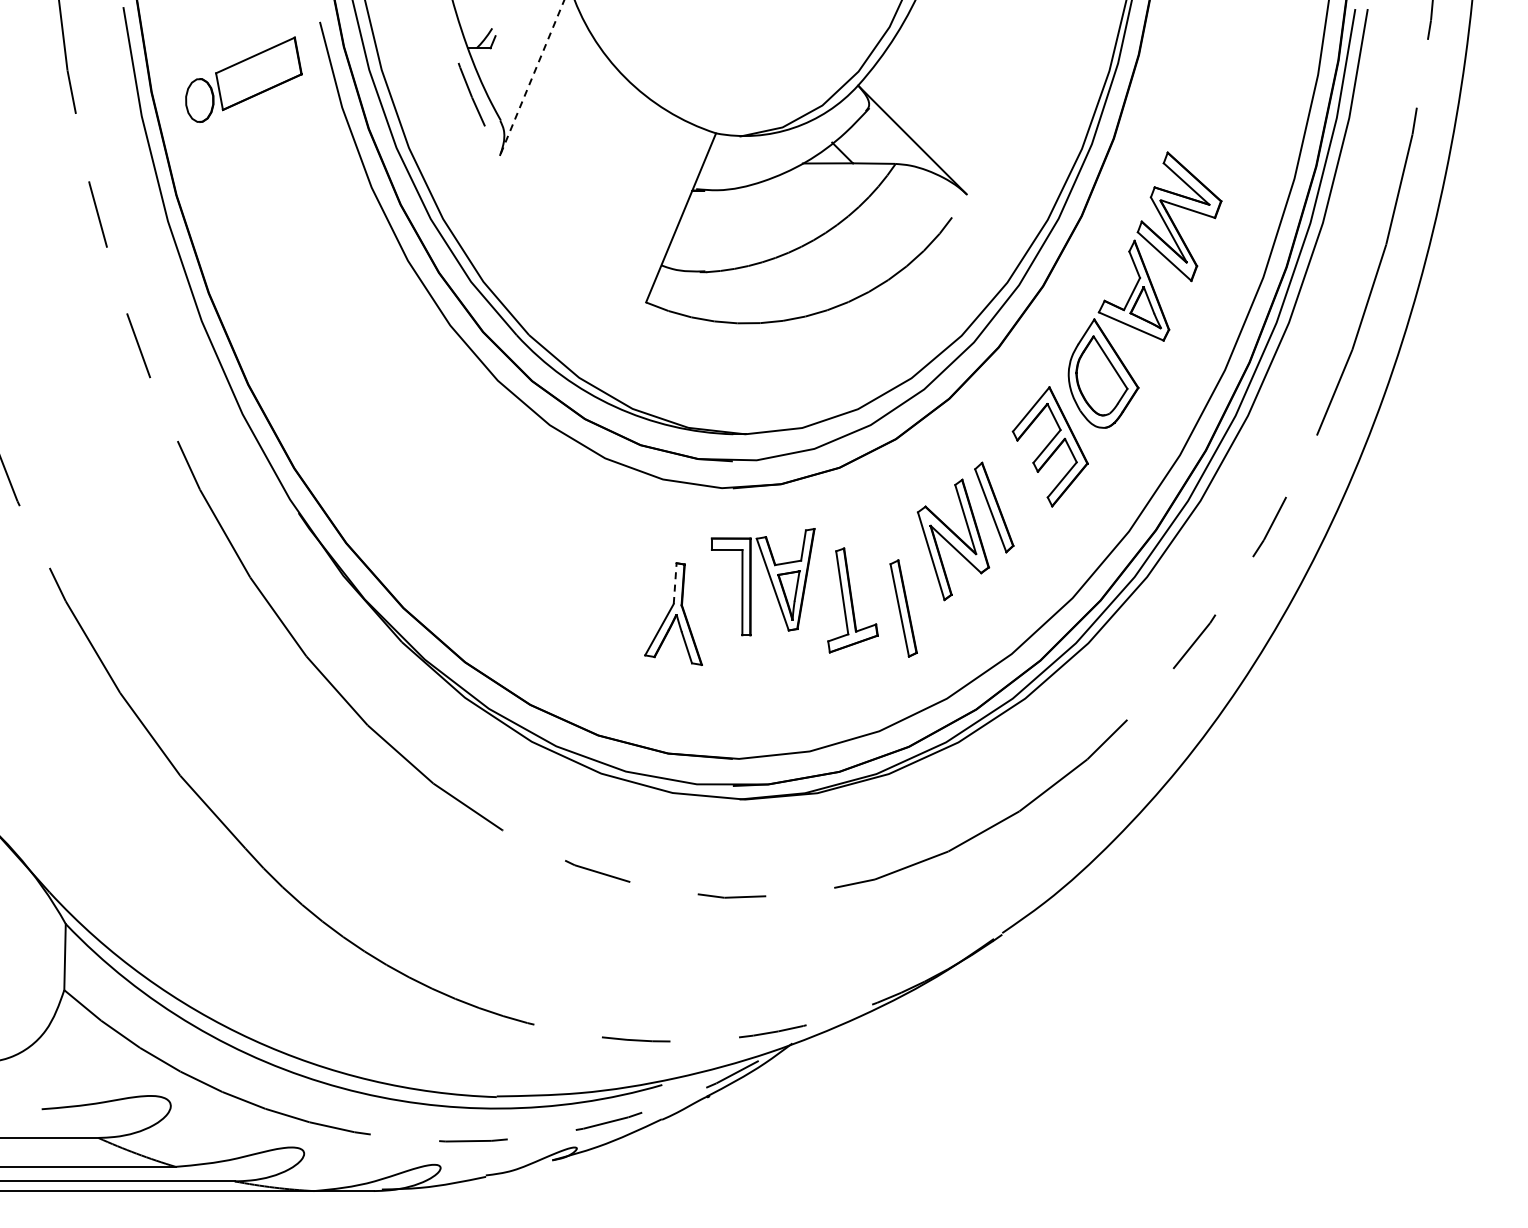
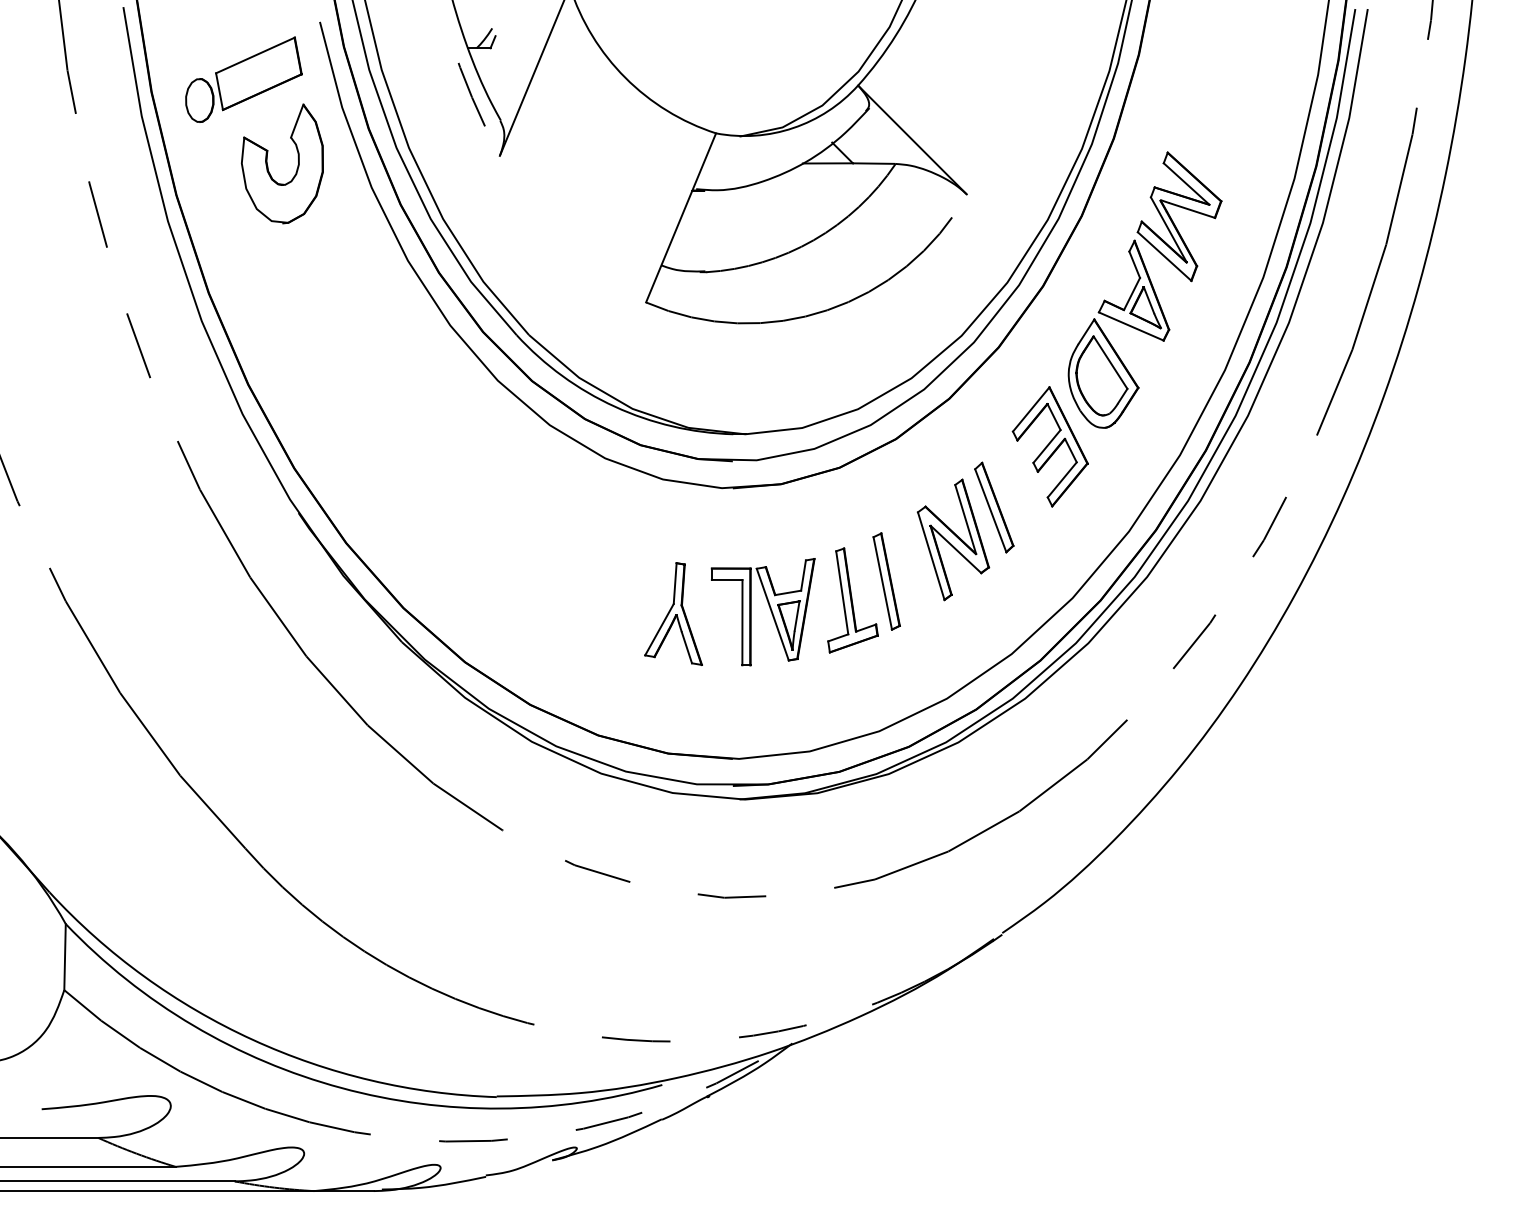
line at (532, 78): dashed -> solid
part at (268, 165): none -> present
part at (769, 578) position: (769, 578) -> (769, 608)
line at (675, 583): dashed -> solid
part at (903, 608) position: (903, 608) -> (886, 581)
